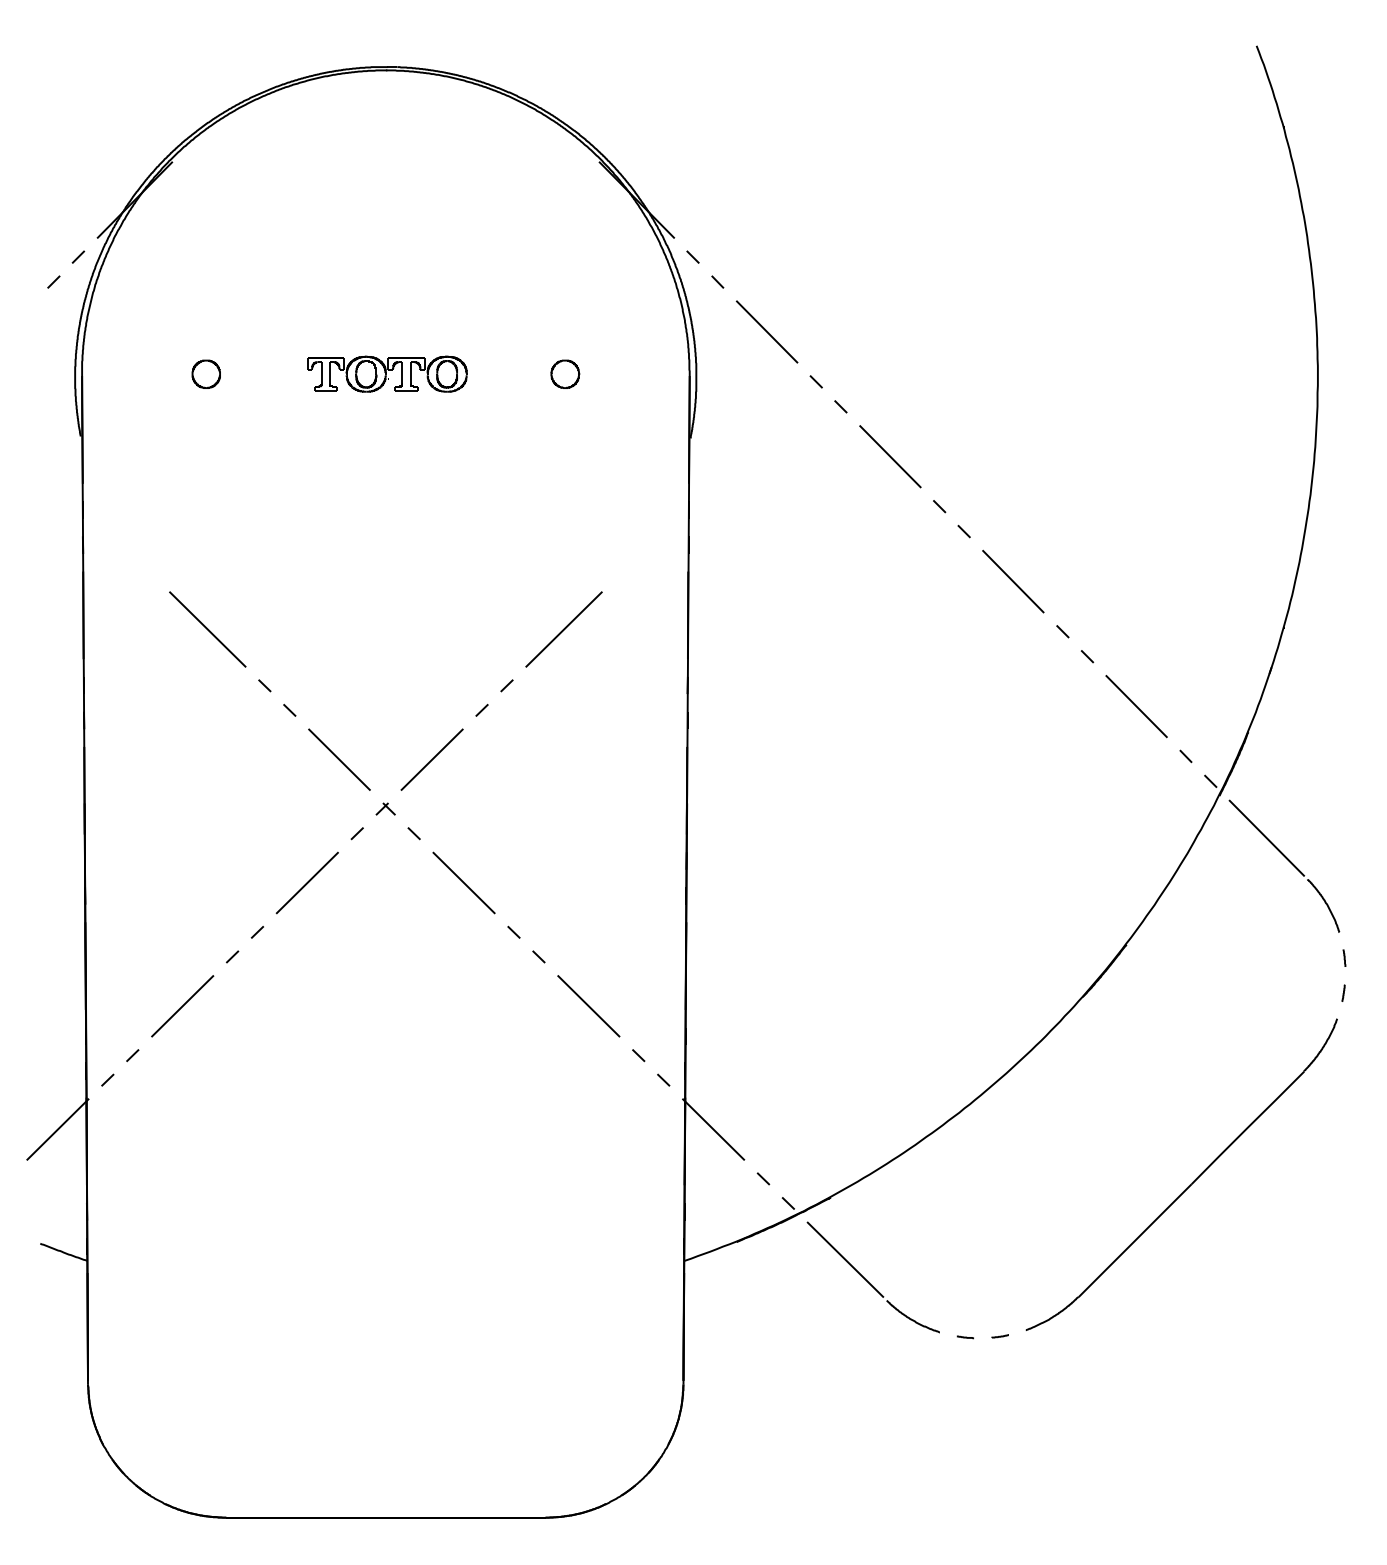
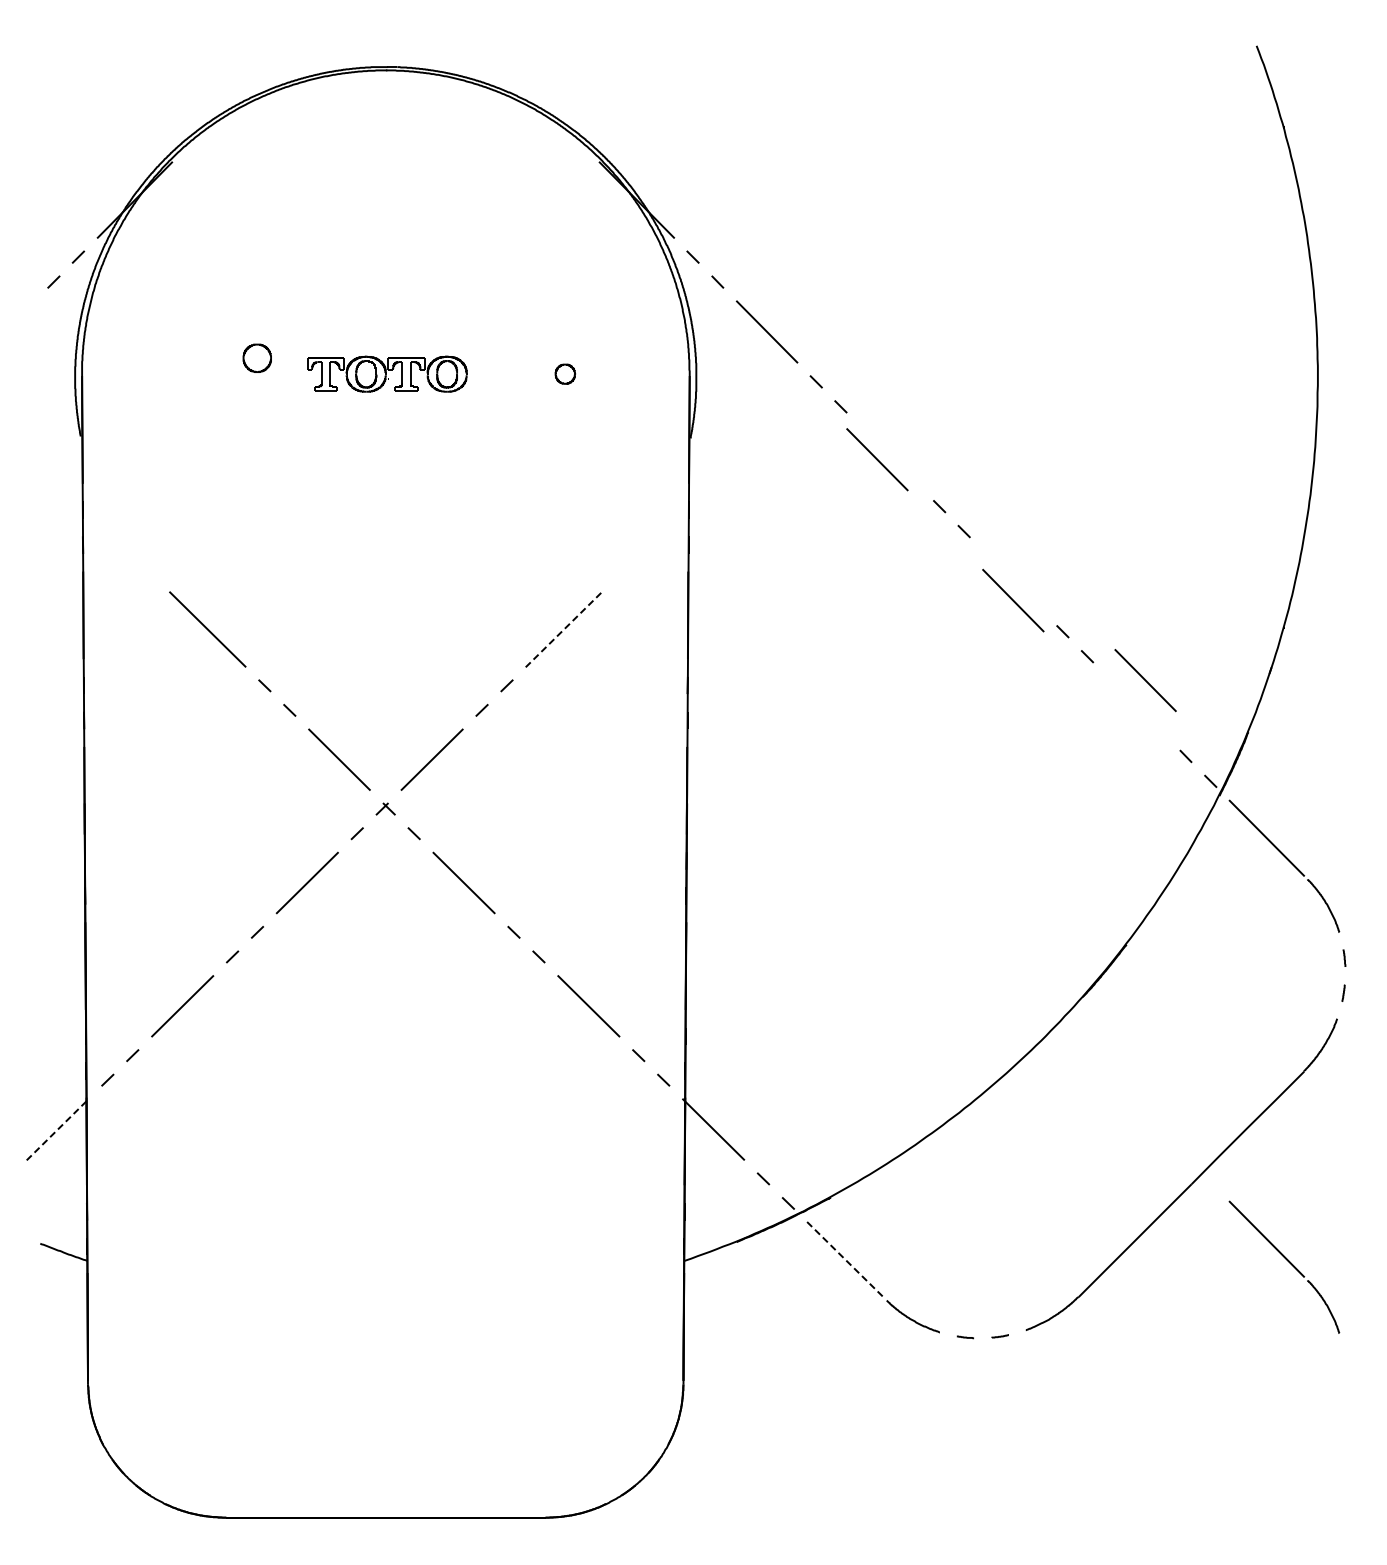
part at (205, 373) position: (205, 373) -> (256, 357)
part at (565, 373) size: 31x30 px -> 22x22 px
line at (890, 456) position: (890, 456) -> (877, 459)
line at (1013, 581) position: (1013, 581) -> (1013, 600)
line at (564, 629): solid -> dashed
line at (1136, 706) position: (1136, 706) -> (1145, 680)
line at (57, 1129): solid -> dashed
line at (845, 1259): solid -> dashed
part at (1284, 1266): none -> present
